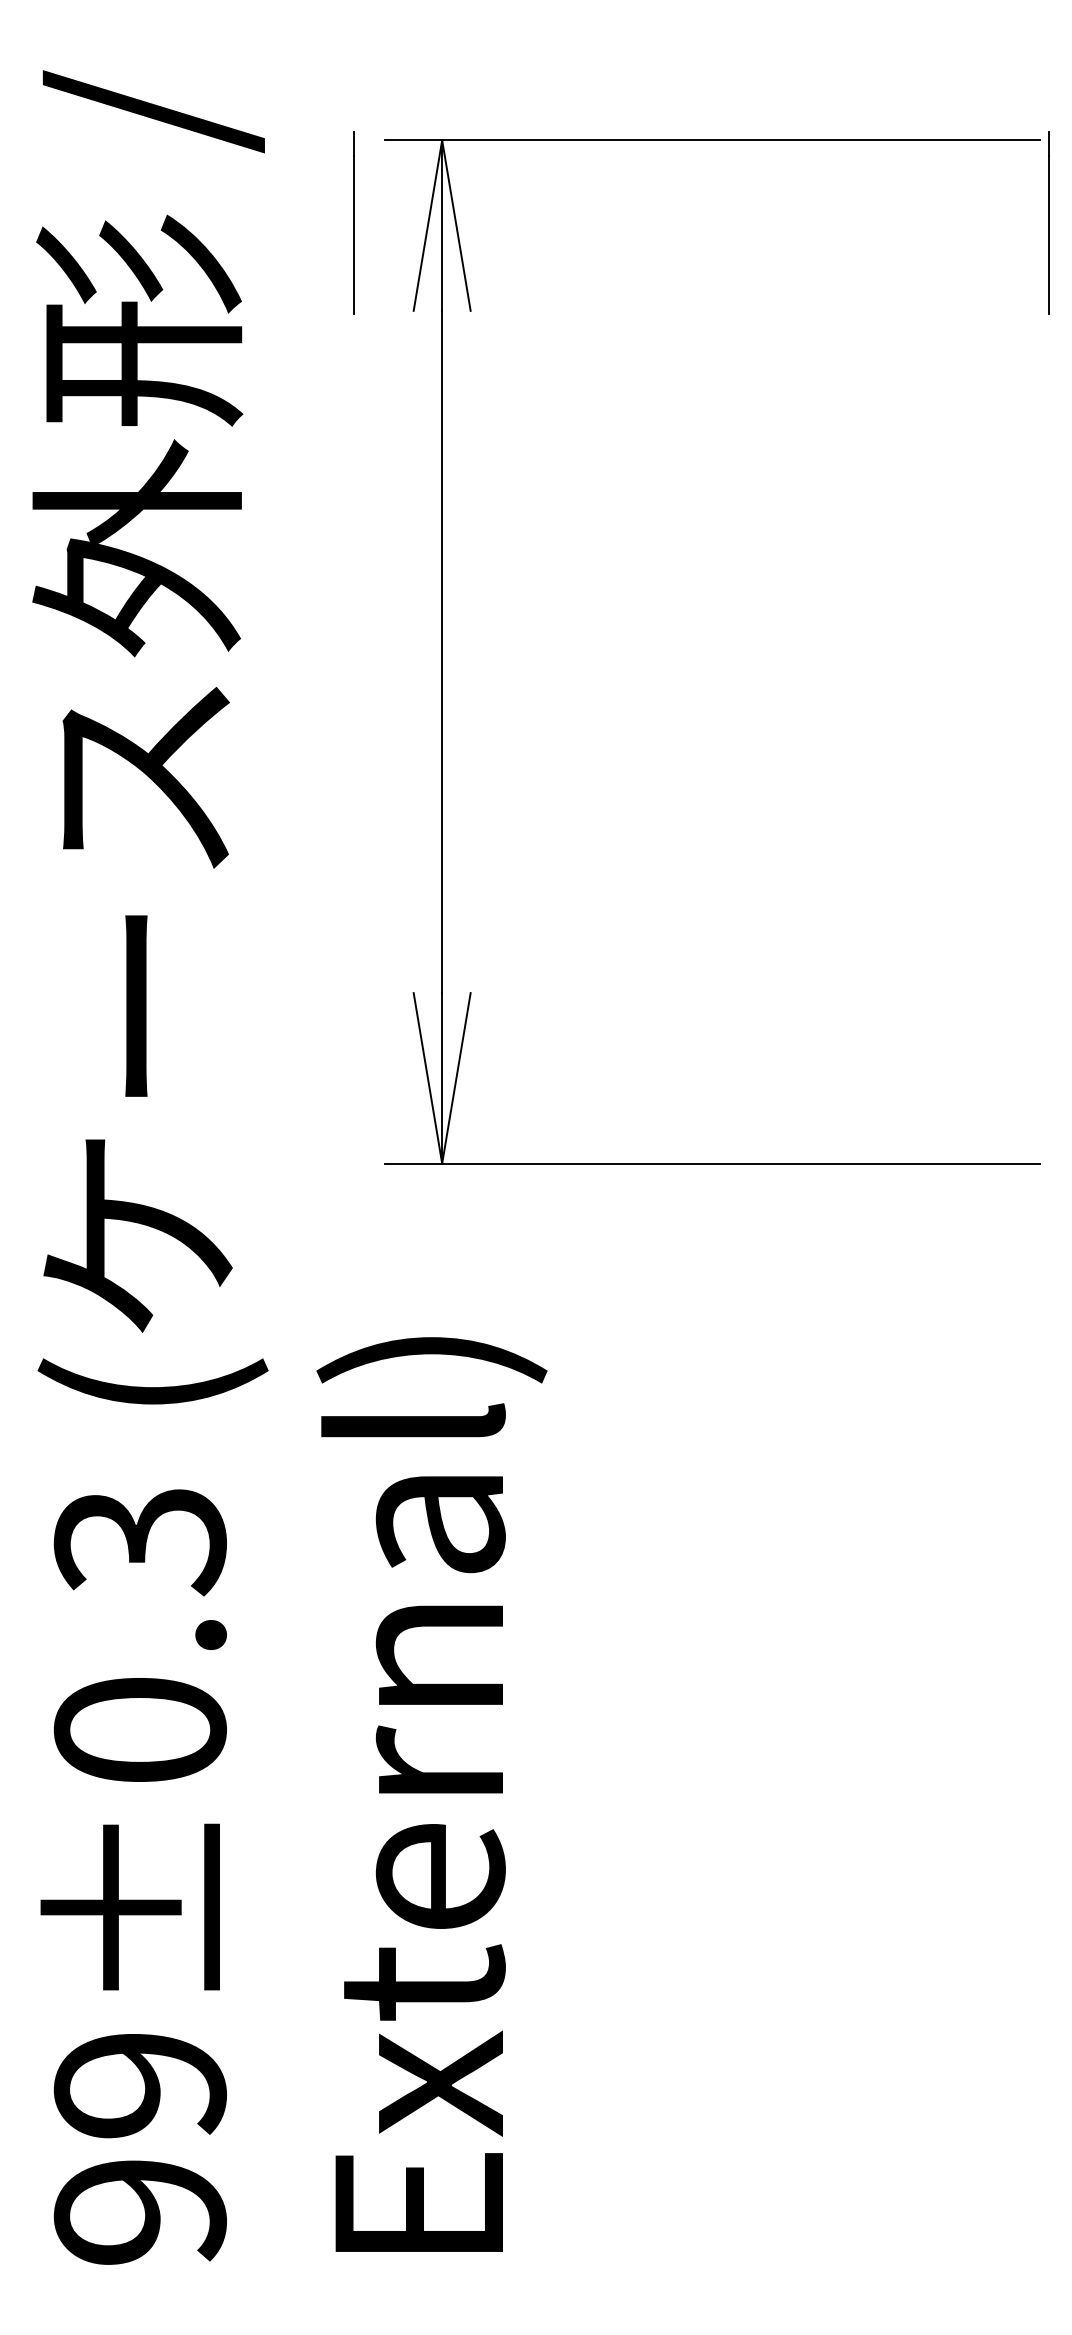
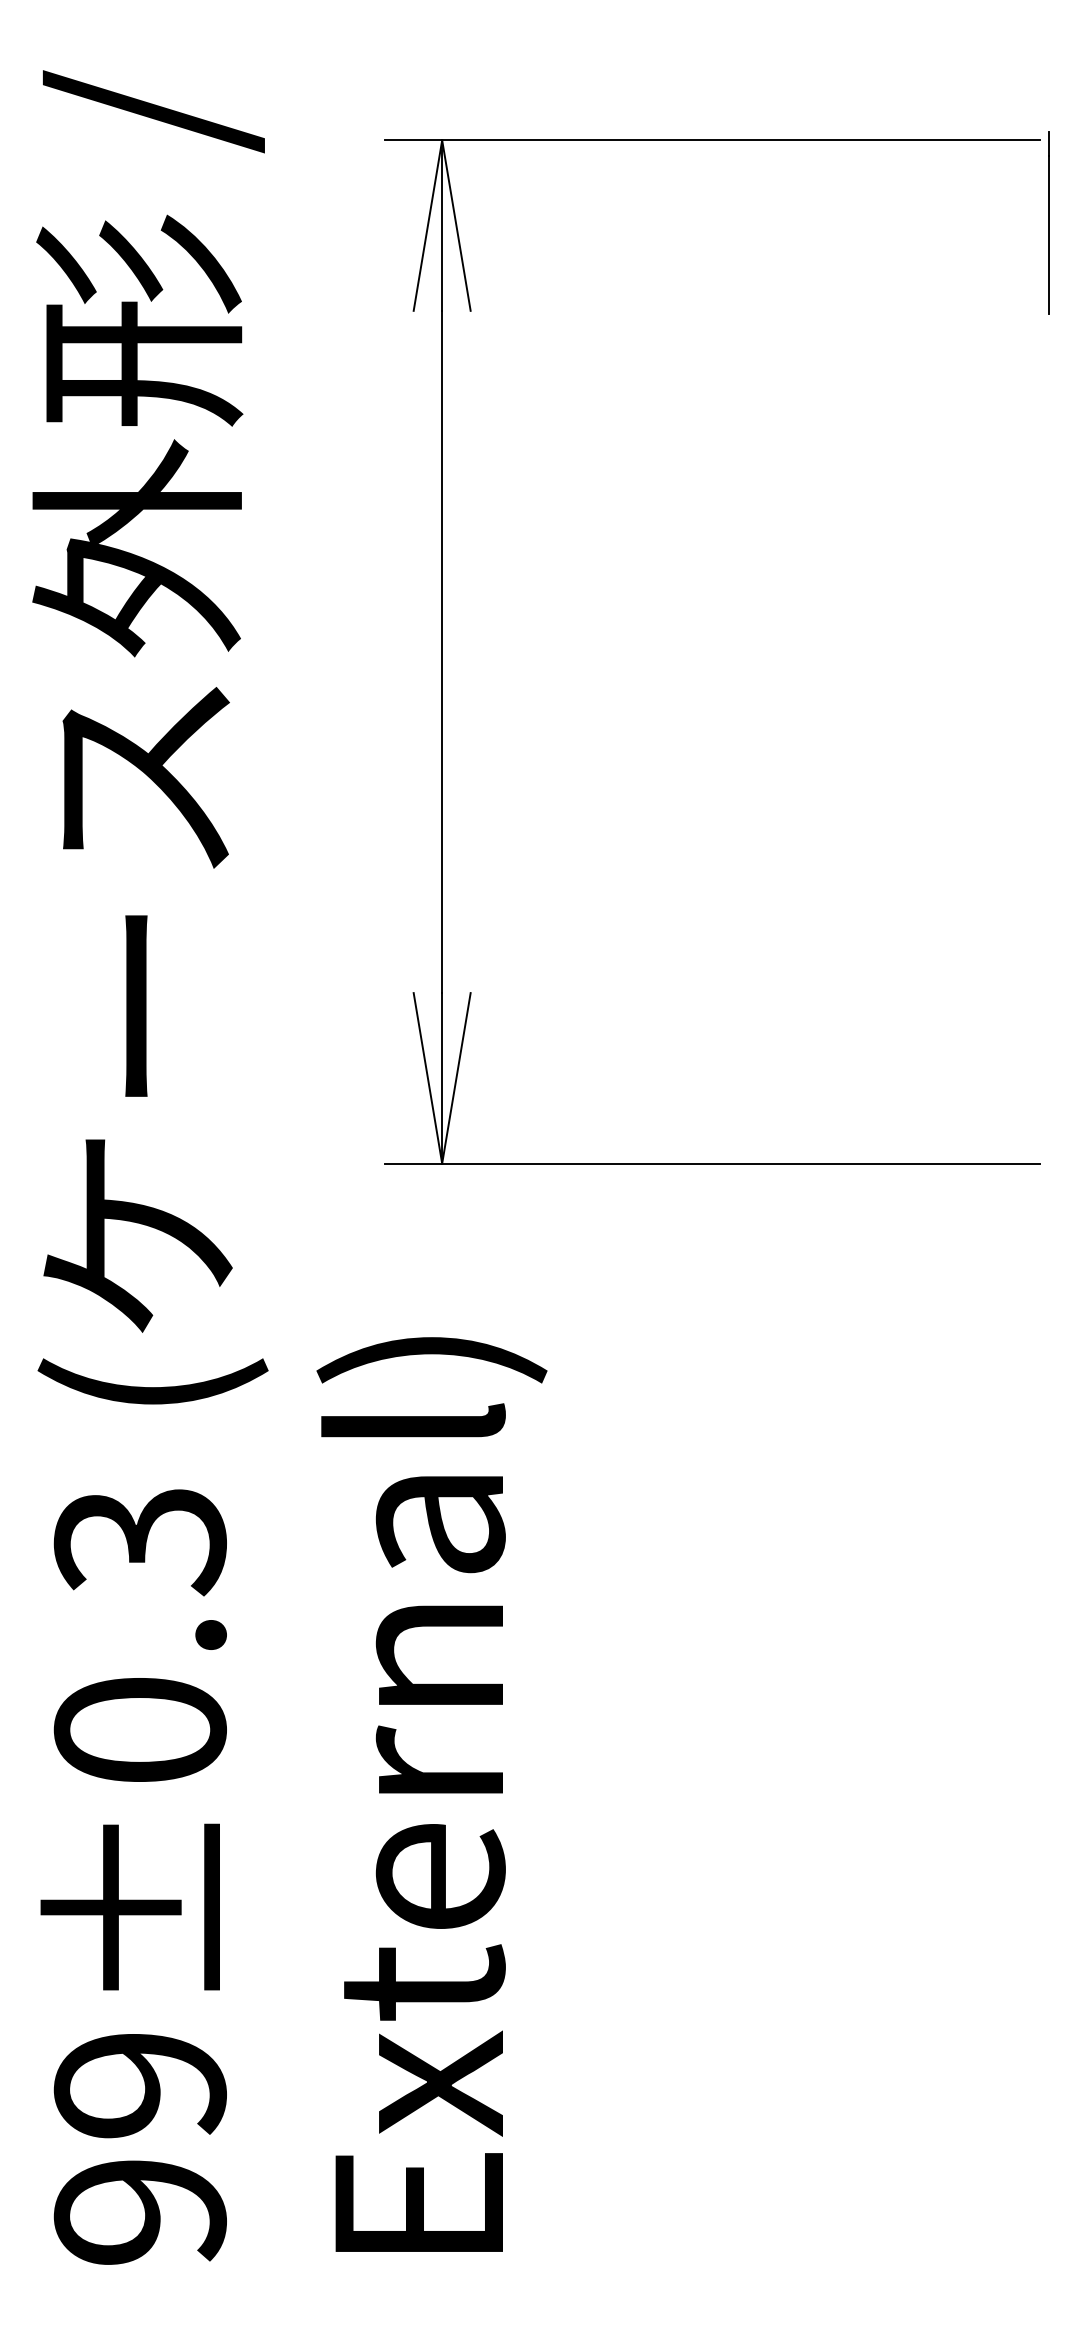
line at (353, 222): present -> none
